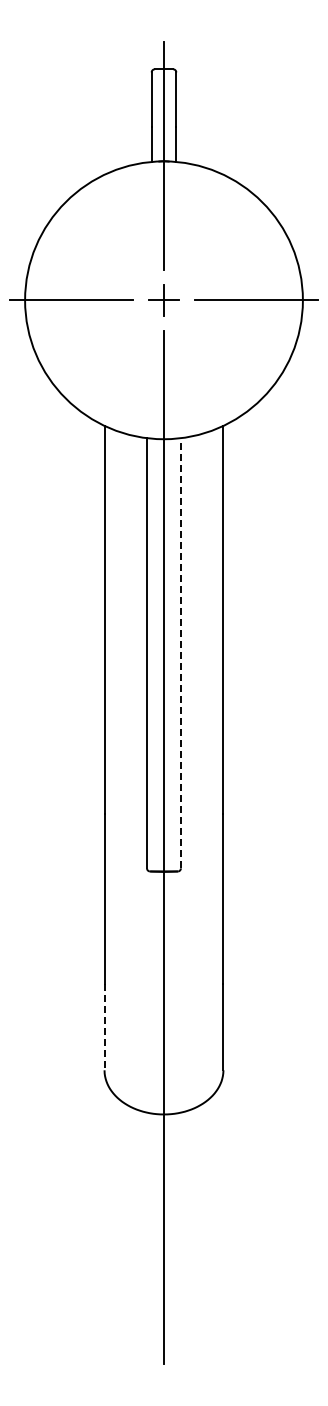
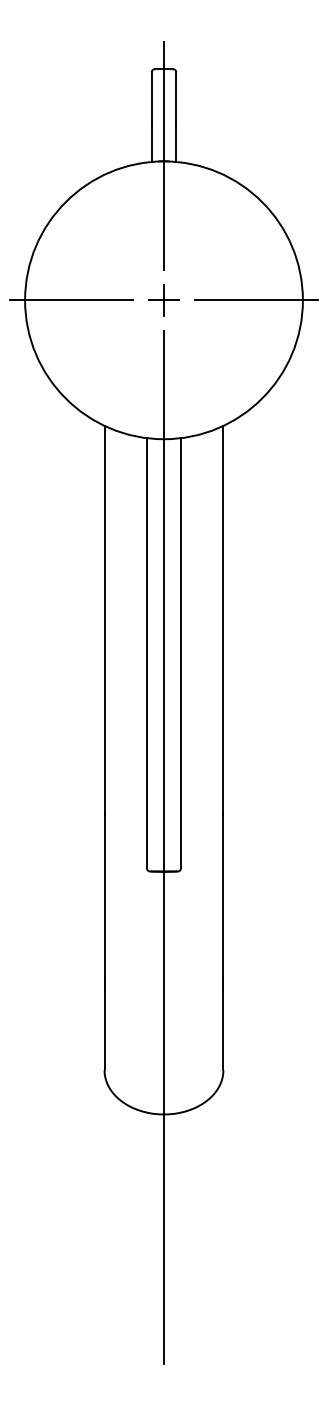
line at (180, 652): dashed -> solid
line at (104, 1027): dashed -> solid
